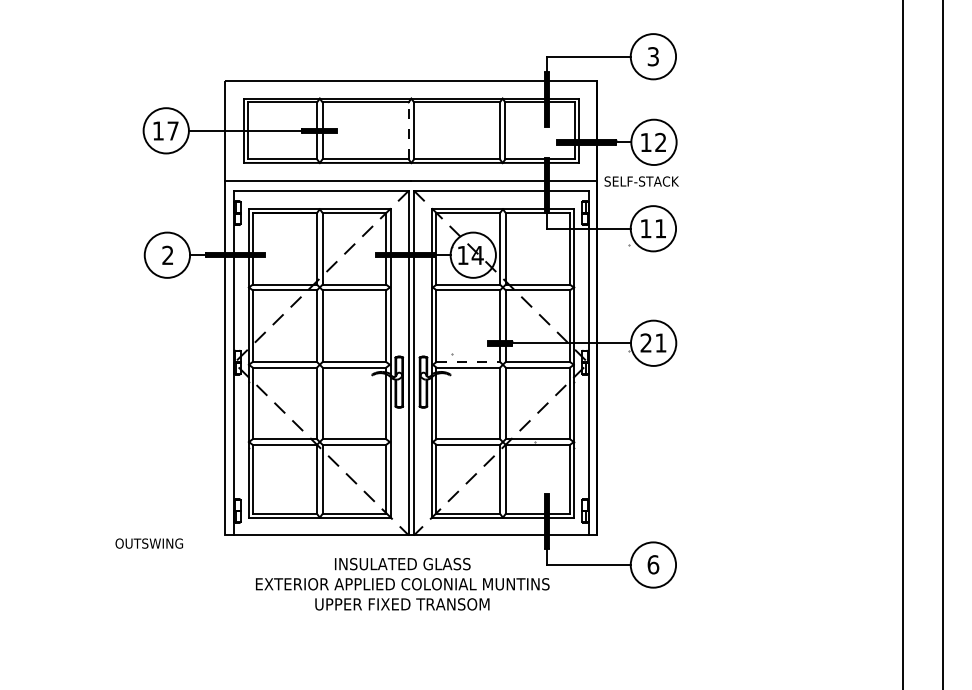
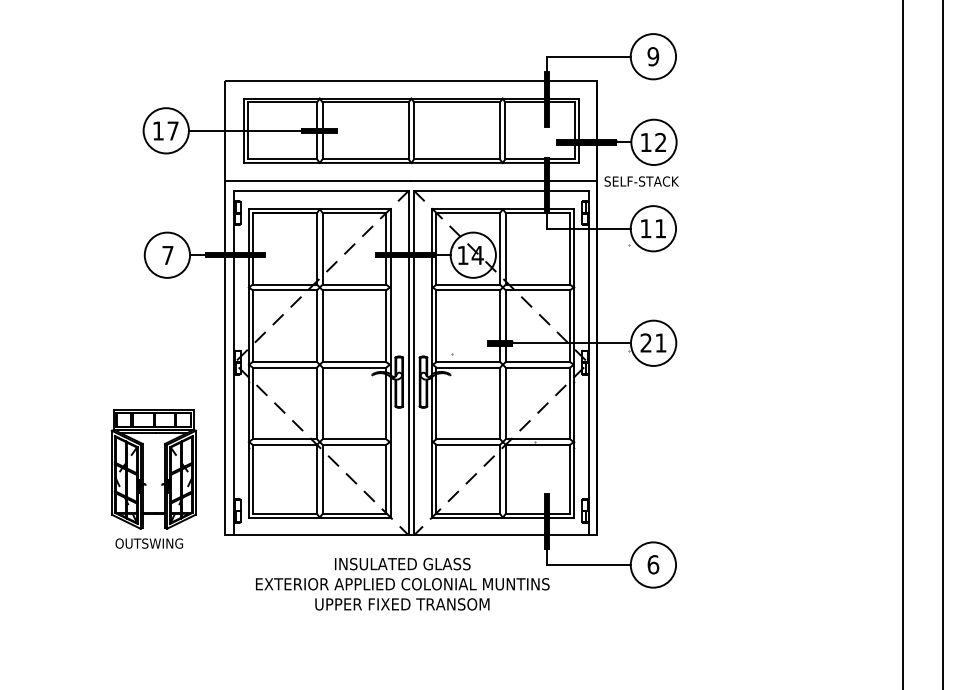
text at (653, 56): 3 -> 9
line at (408, 130): dashed -> solid
text at (167, 254): 2 -> 7
line at (468, 362): dashed -> solid
part at (153, 469): none -> present
